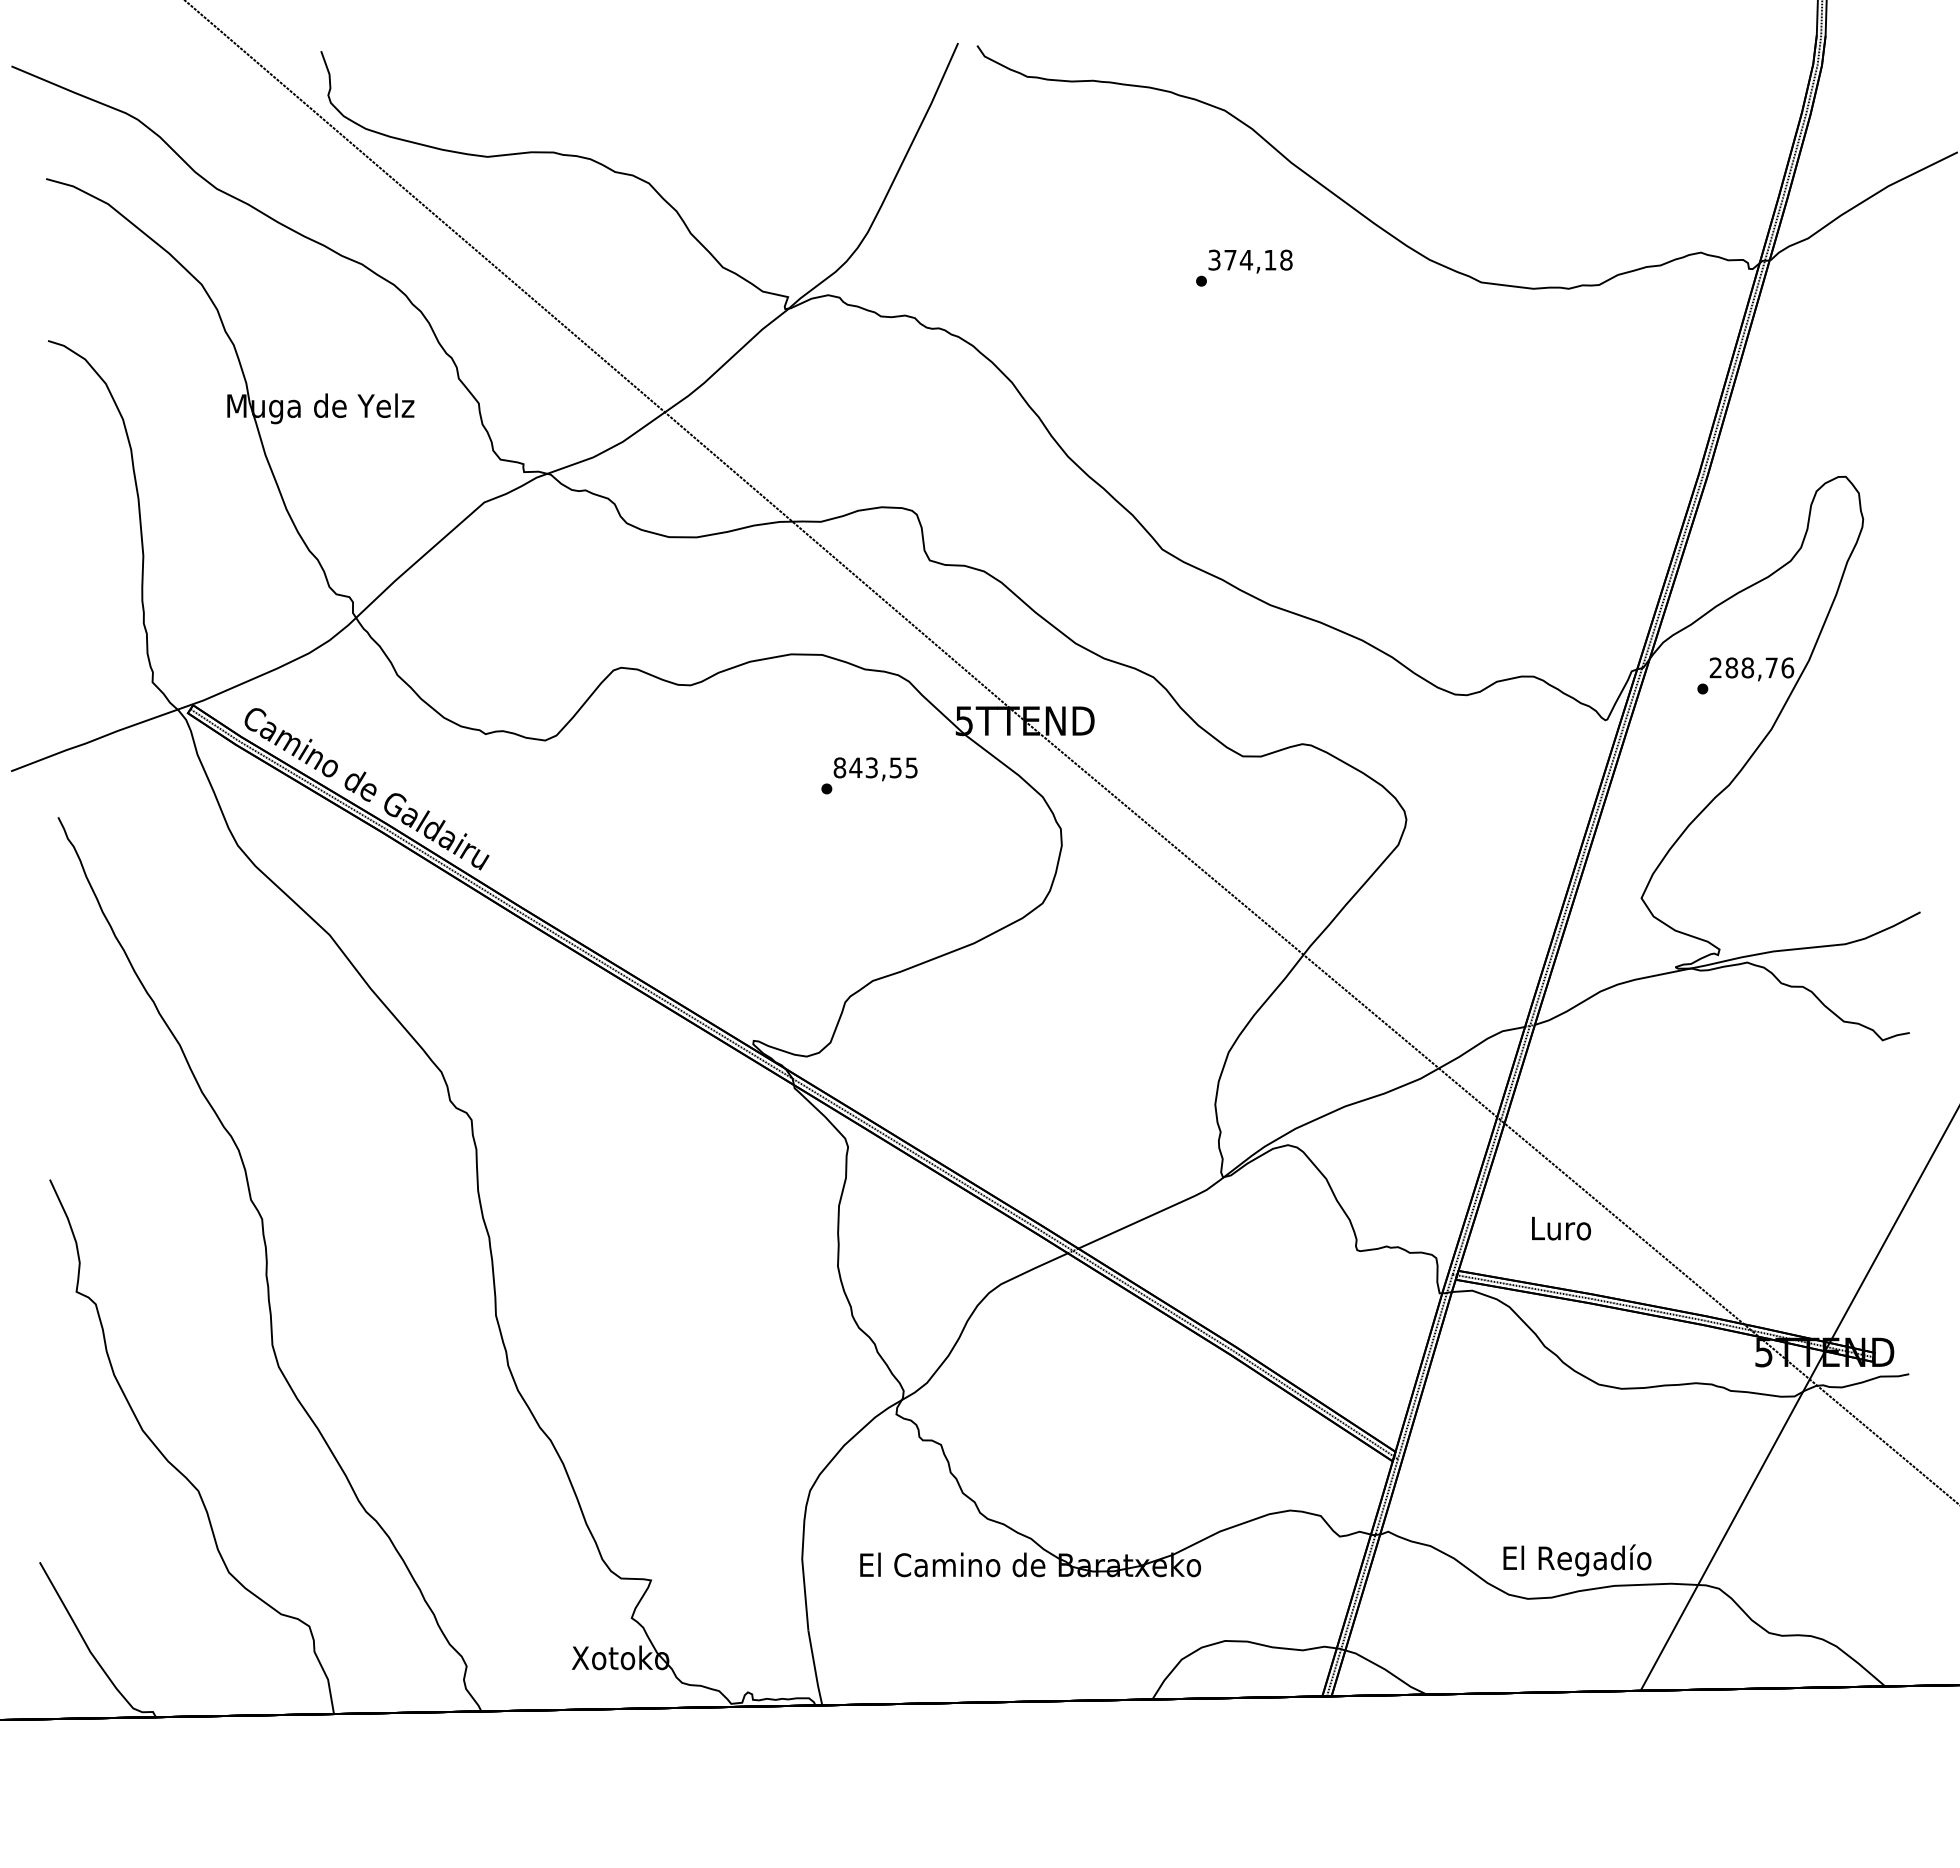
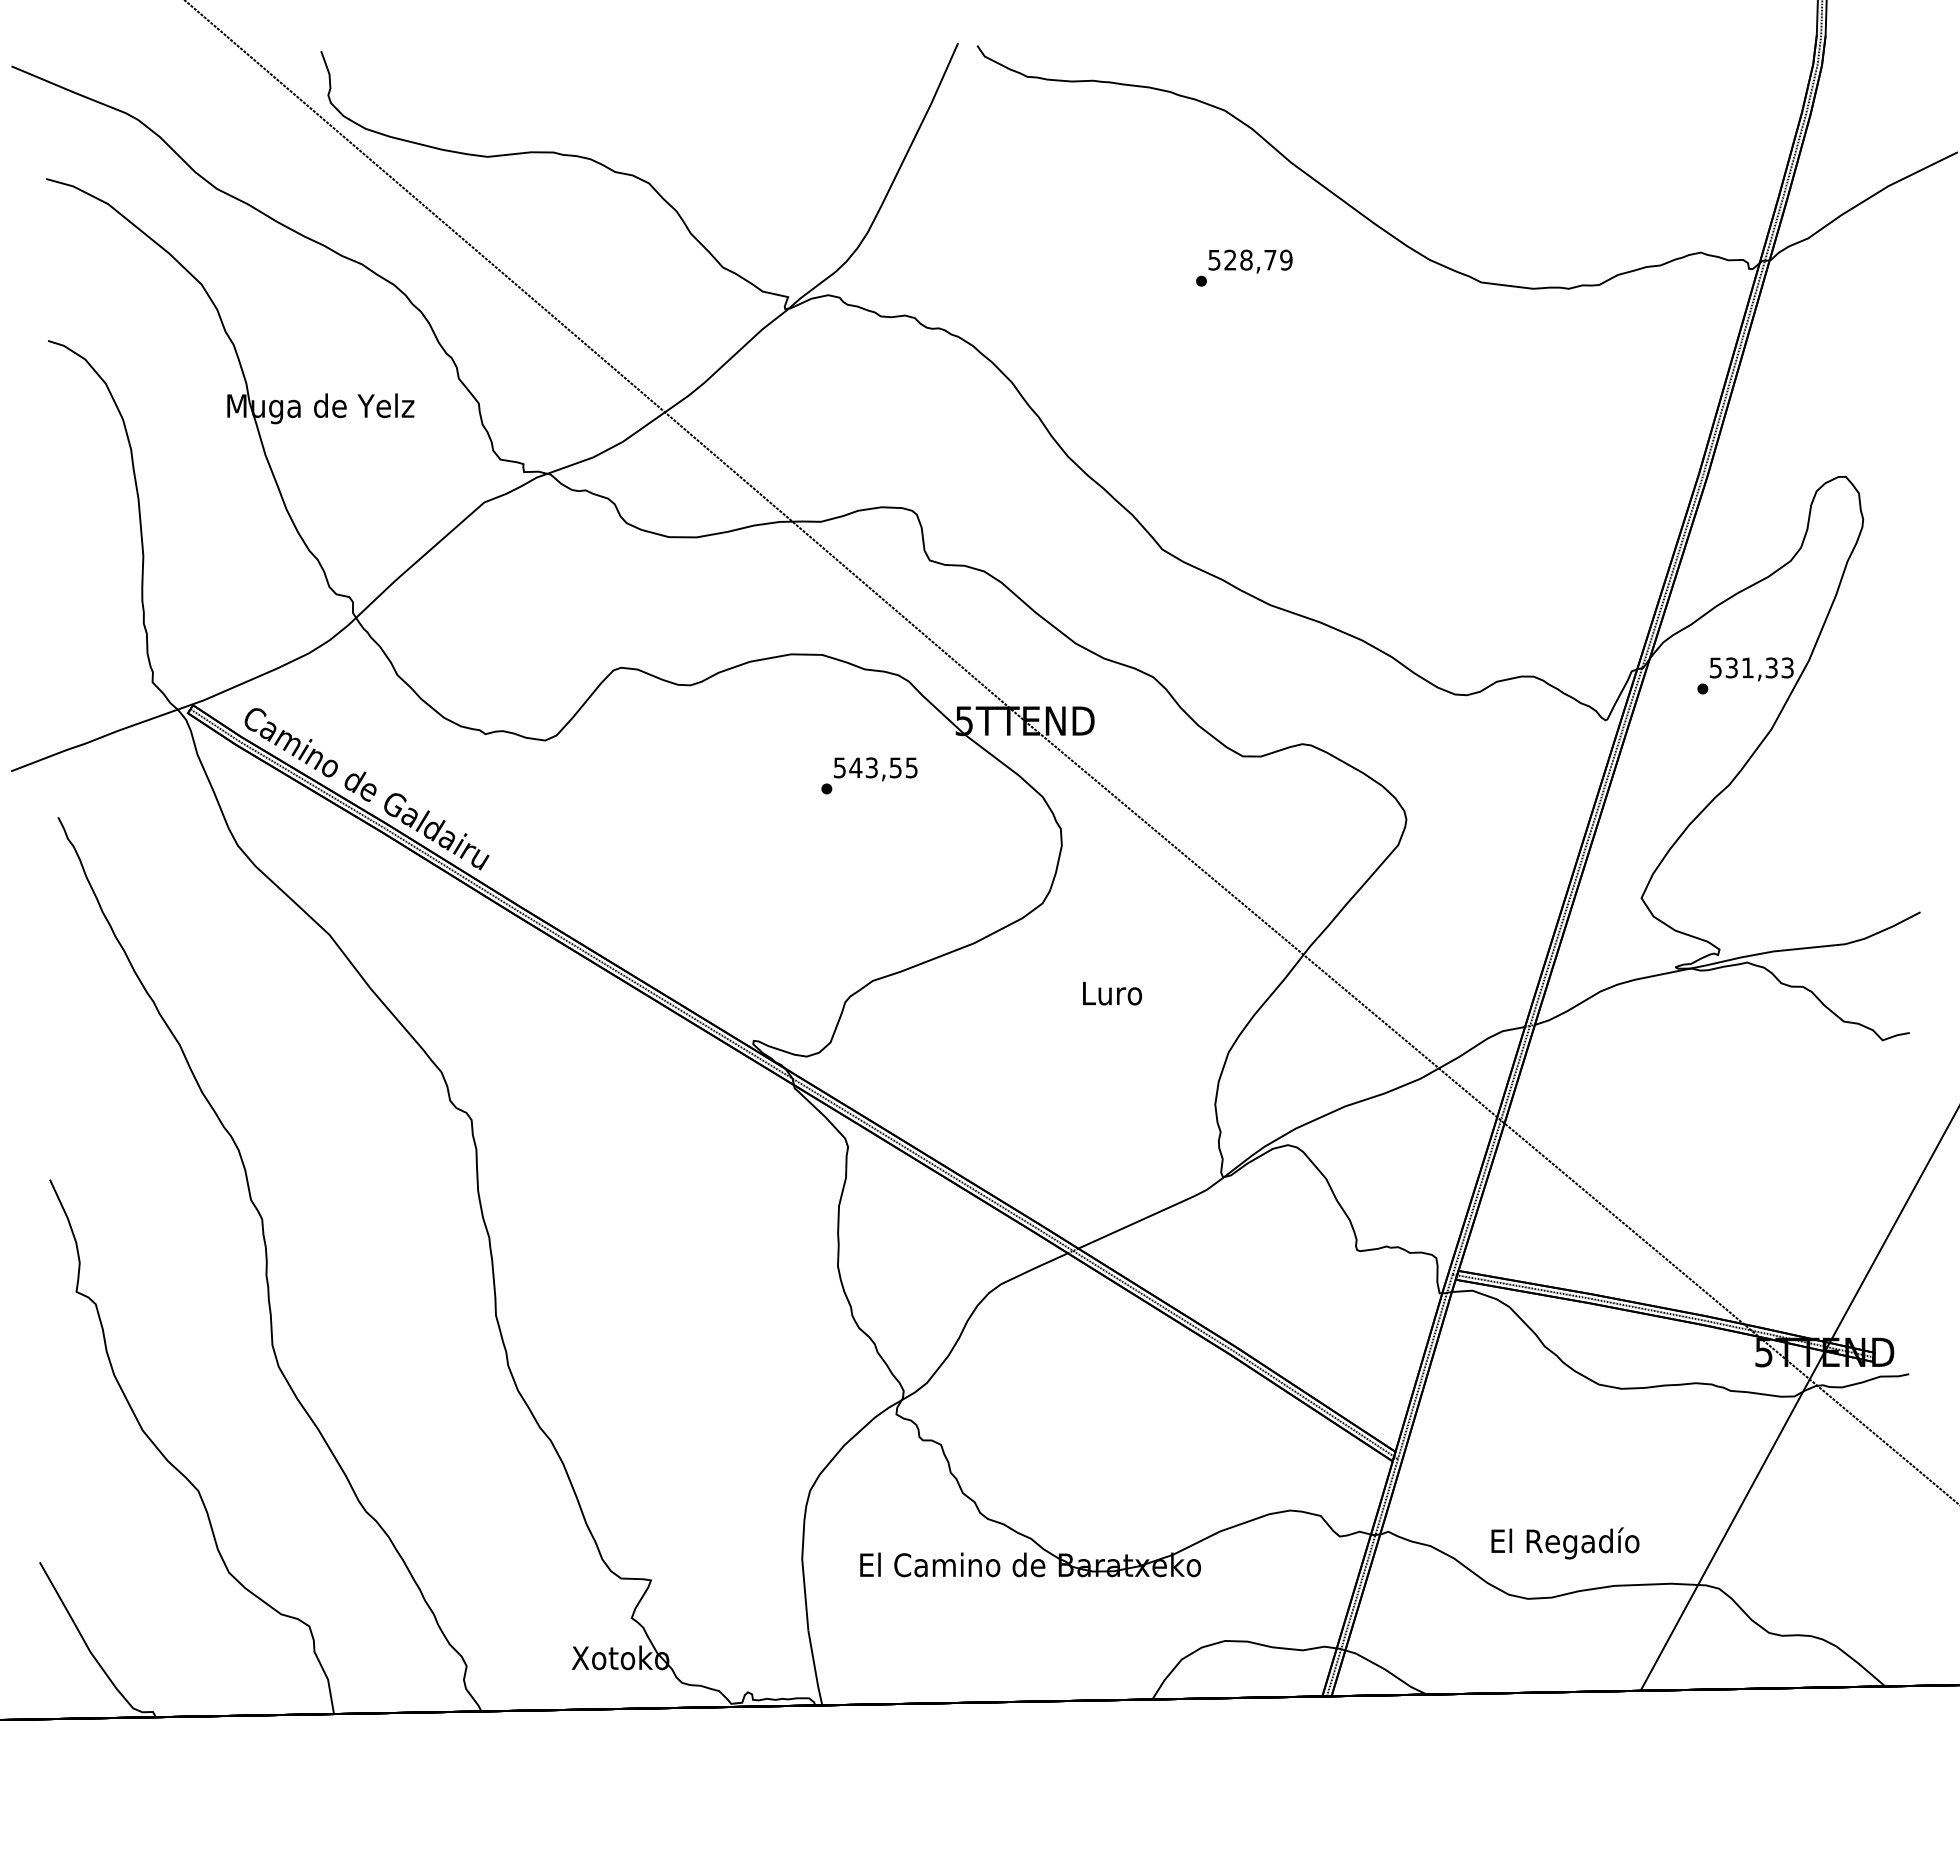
text at (1250, 259): 374,18 -> 528,79
text at (1751, 667): 288,76 -> 531,33
text at (839, 767): 843,55 -> 543,55
text at (1561, 1228) position: (1561, 1228) -> (1112, 993)
text at (1577, 1560) position: (1577, 1560) -> (1565, 1543)
